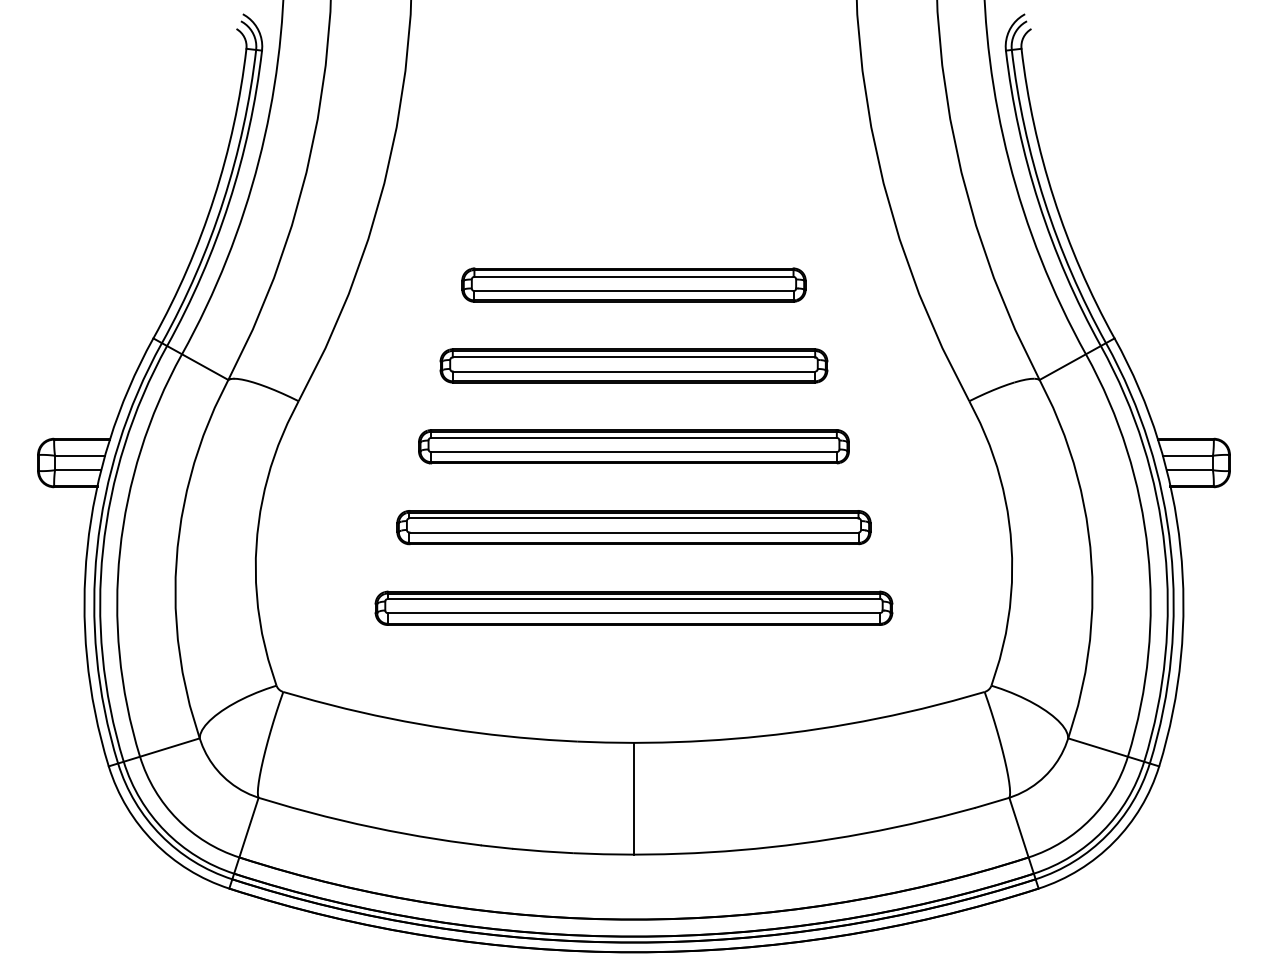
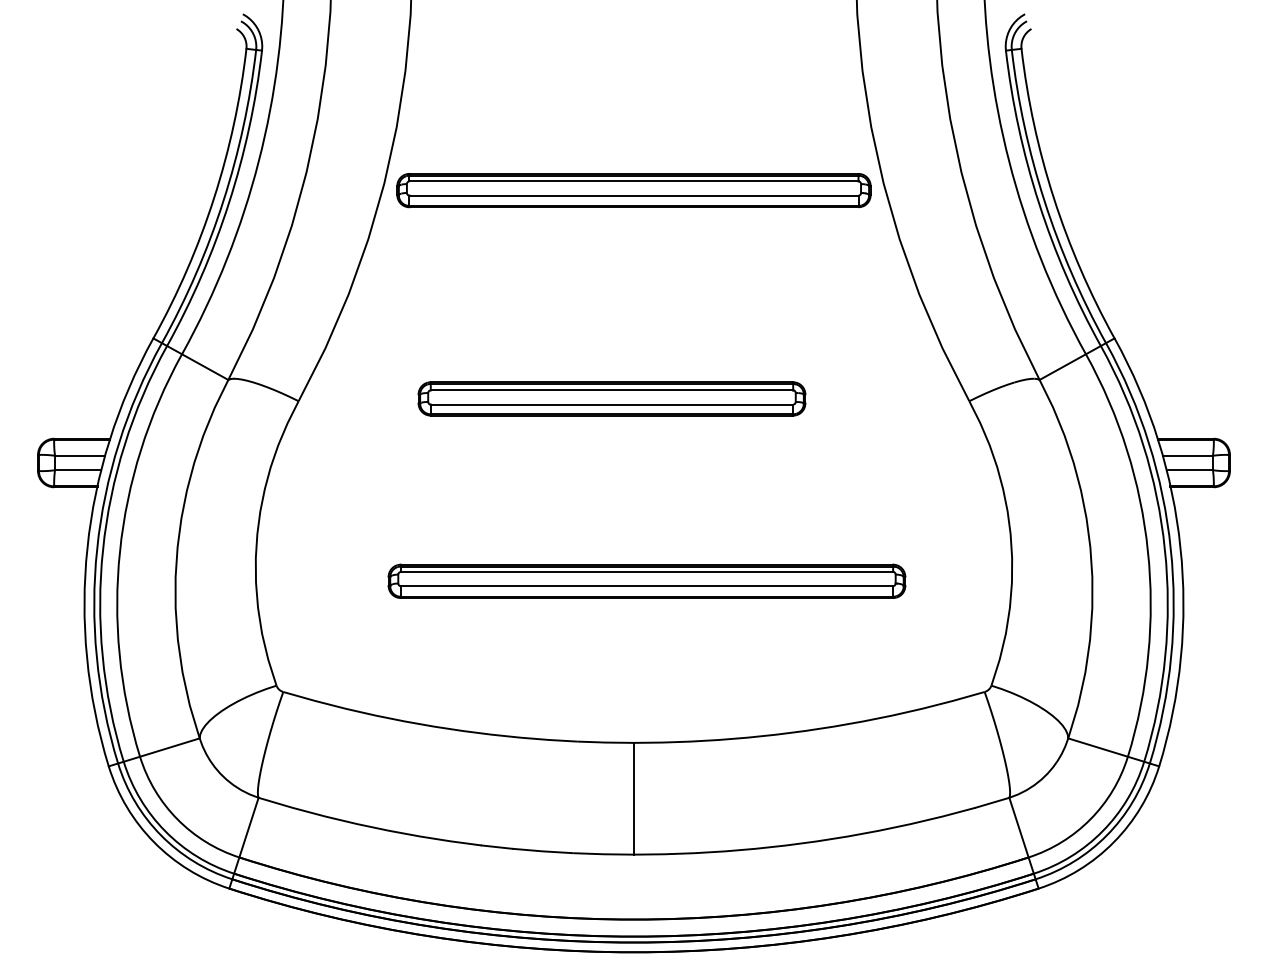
part at (633, 284): present -> none
part at (633, 365) position: (633, 365) -> (611, 398)
part at (633, 446): present -> none
part at (633, 527) position: (633, 527) -> (633, 190)
part at (633, 607) position: (633, 607) -> (646, 580)
